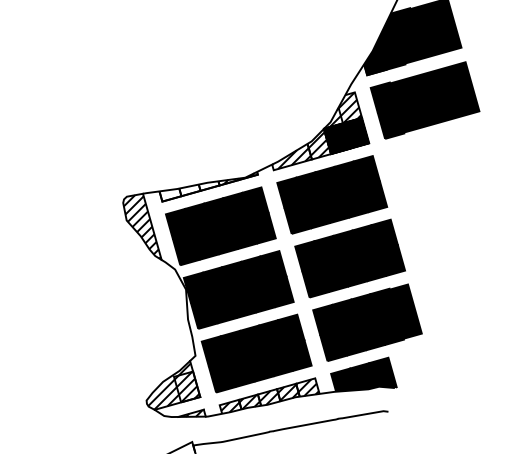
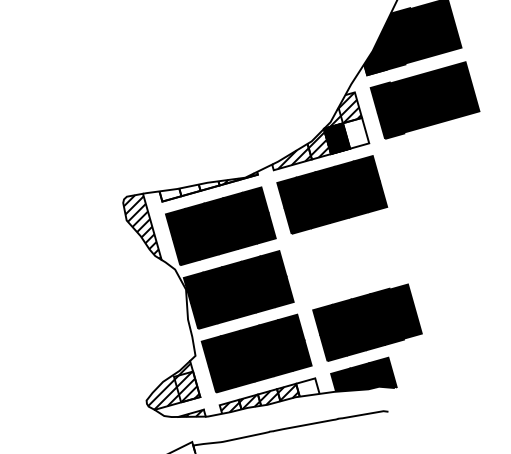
hatch at (355, 132): present -> none
part at (349, 258): present -> none
hatch at (307, 387): present -> none
